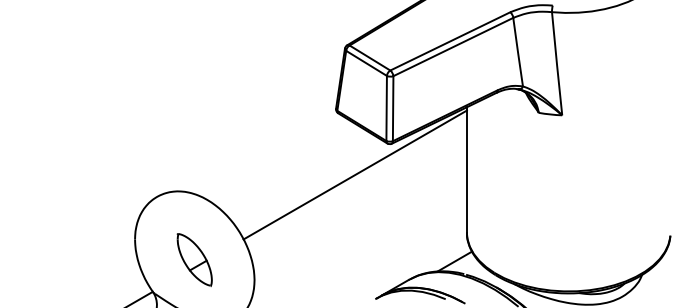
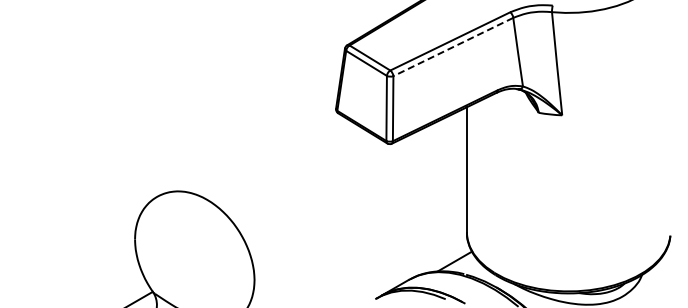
line at (453, 47): solid -> dashed
line at (354, 174): present -> none
part at (194, 259): present -> none
